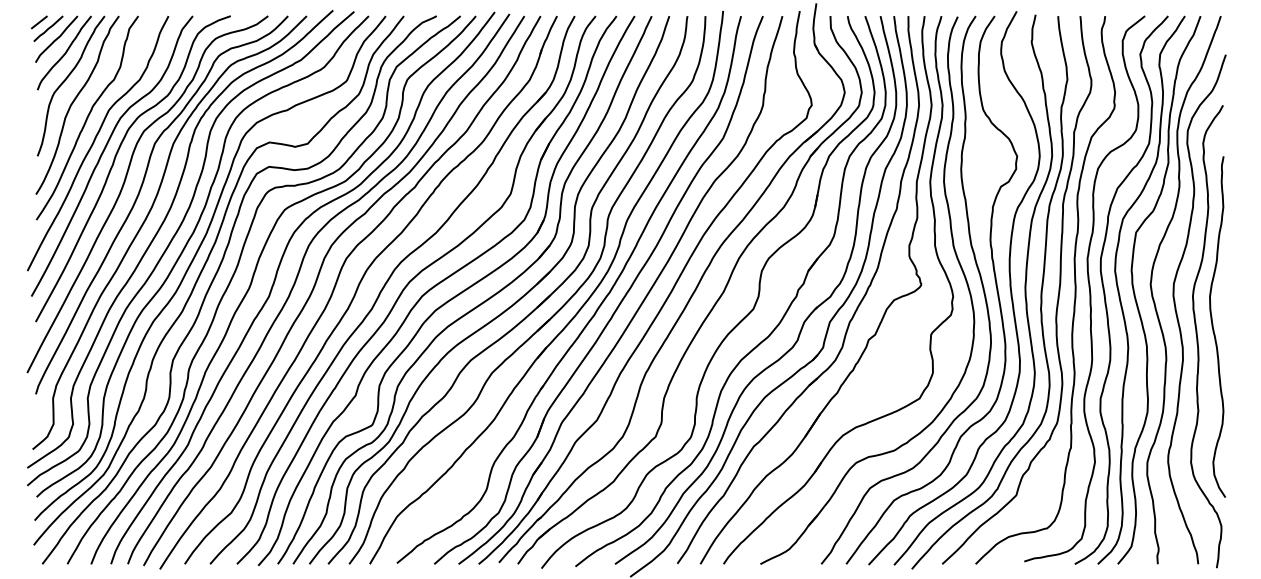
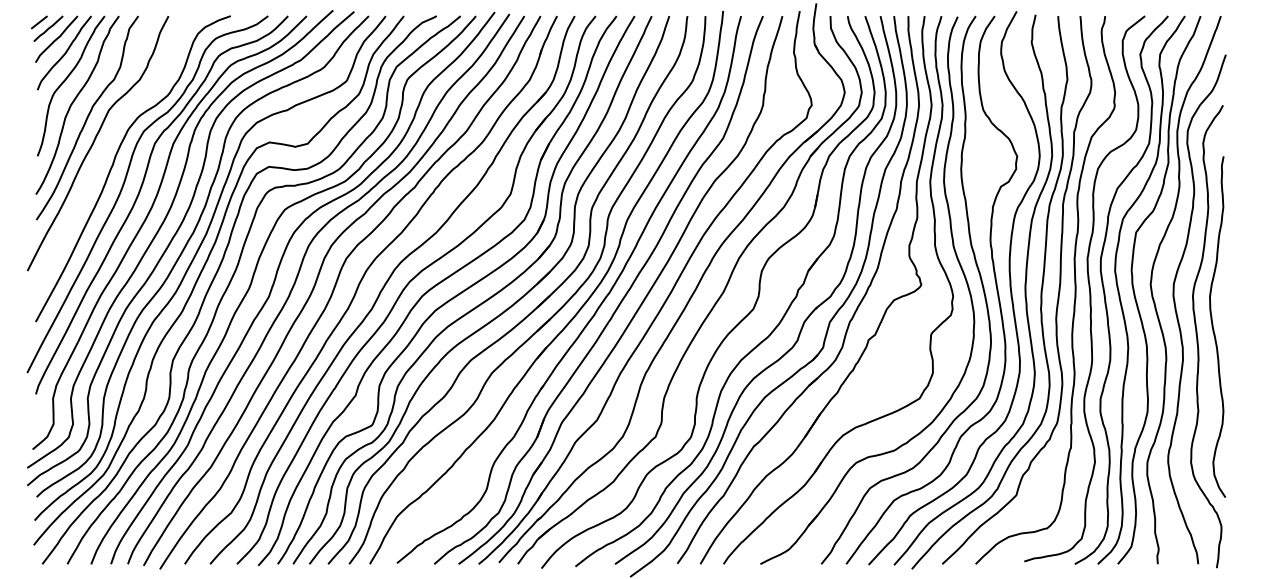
curve at (104, 151): present -> none
